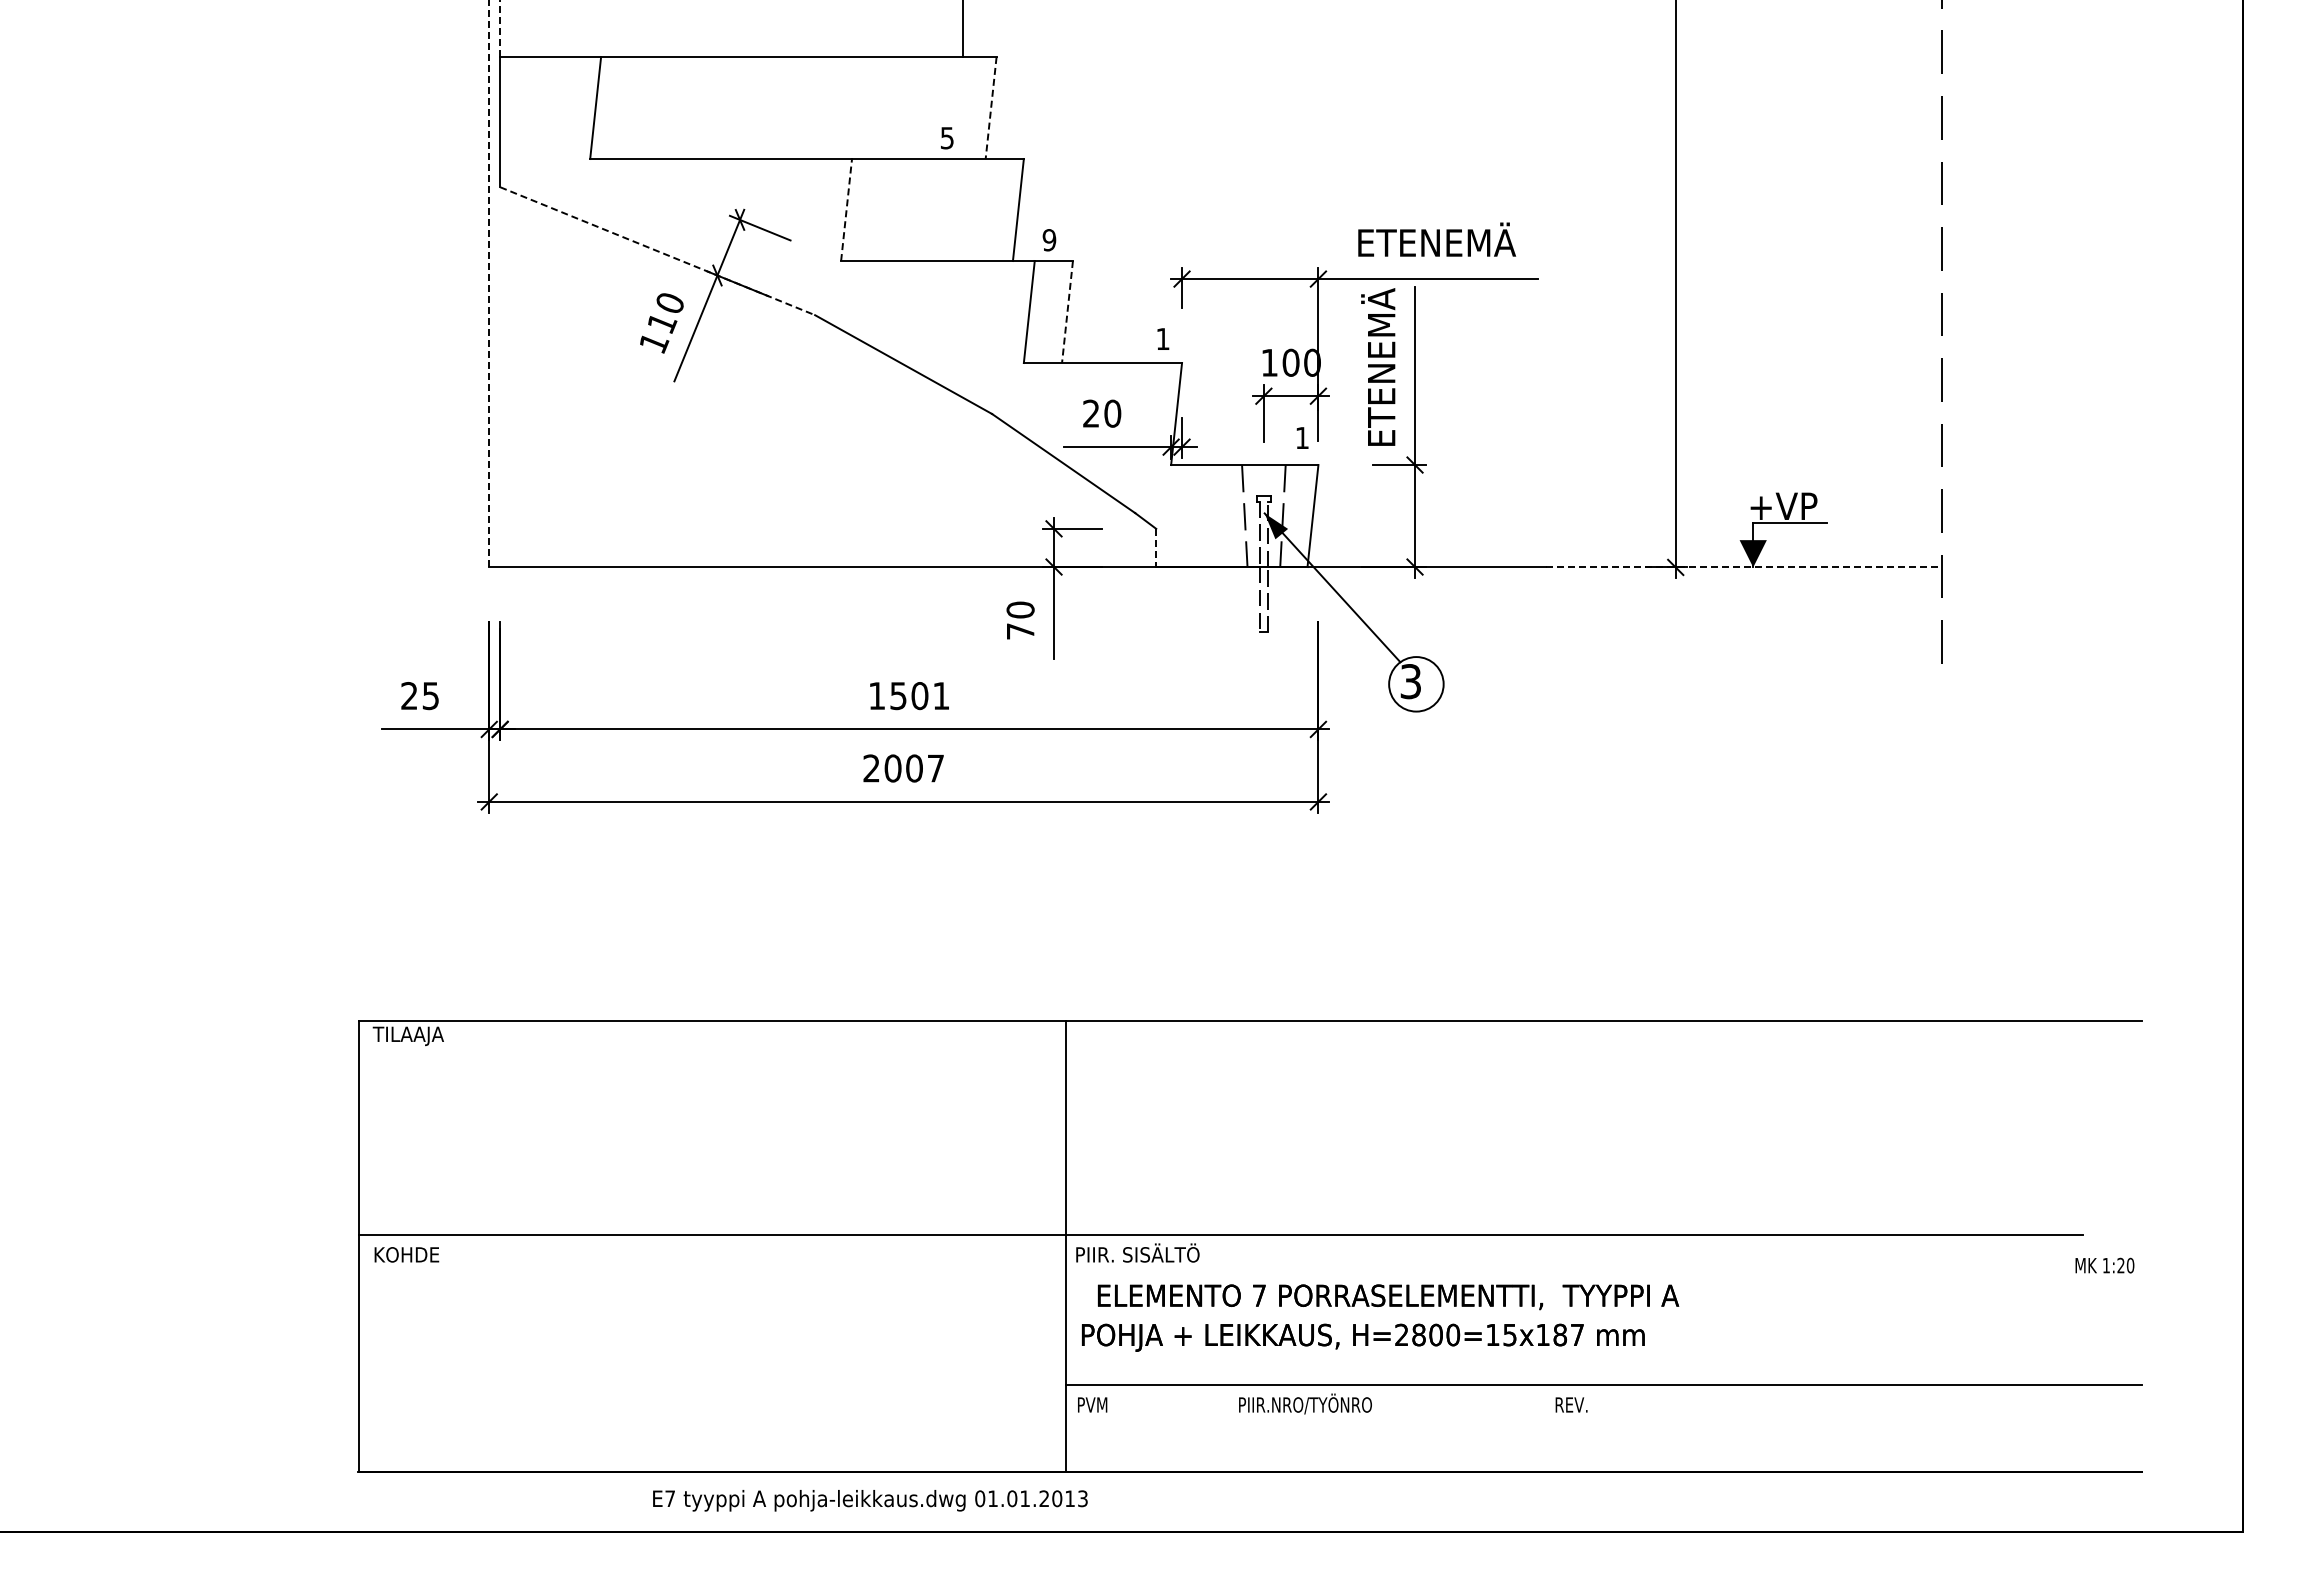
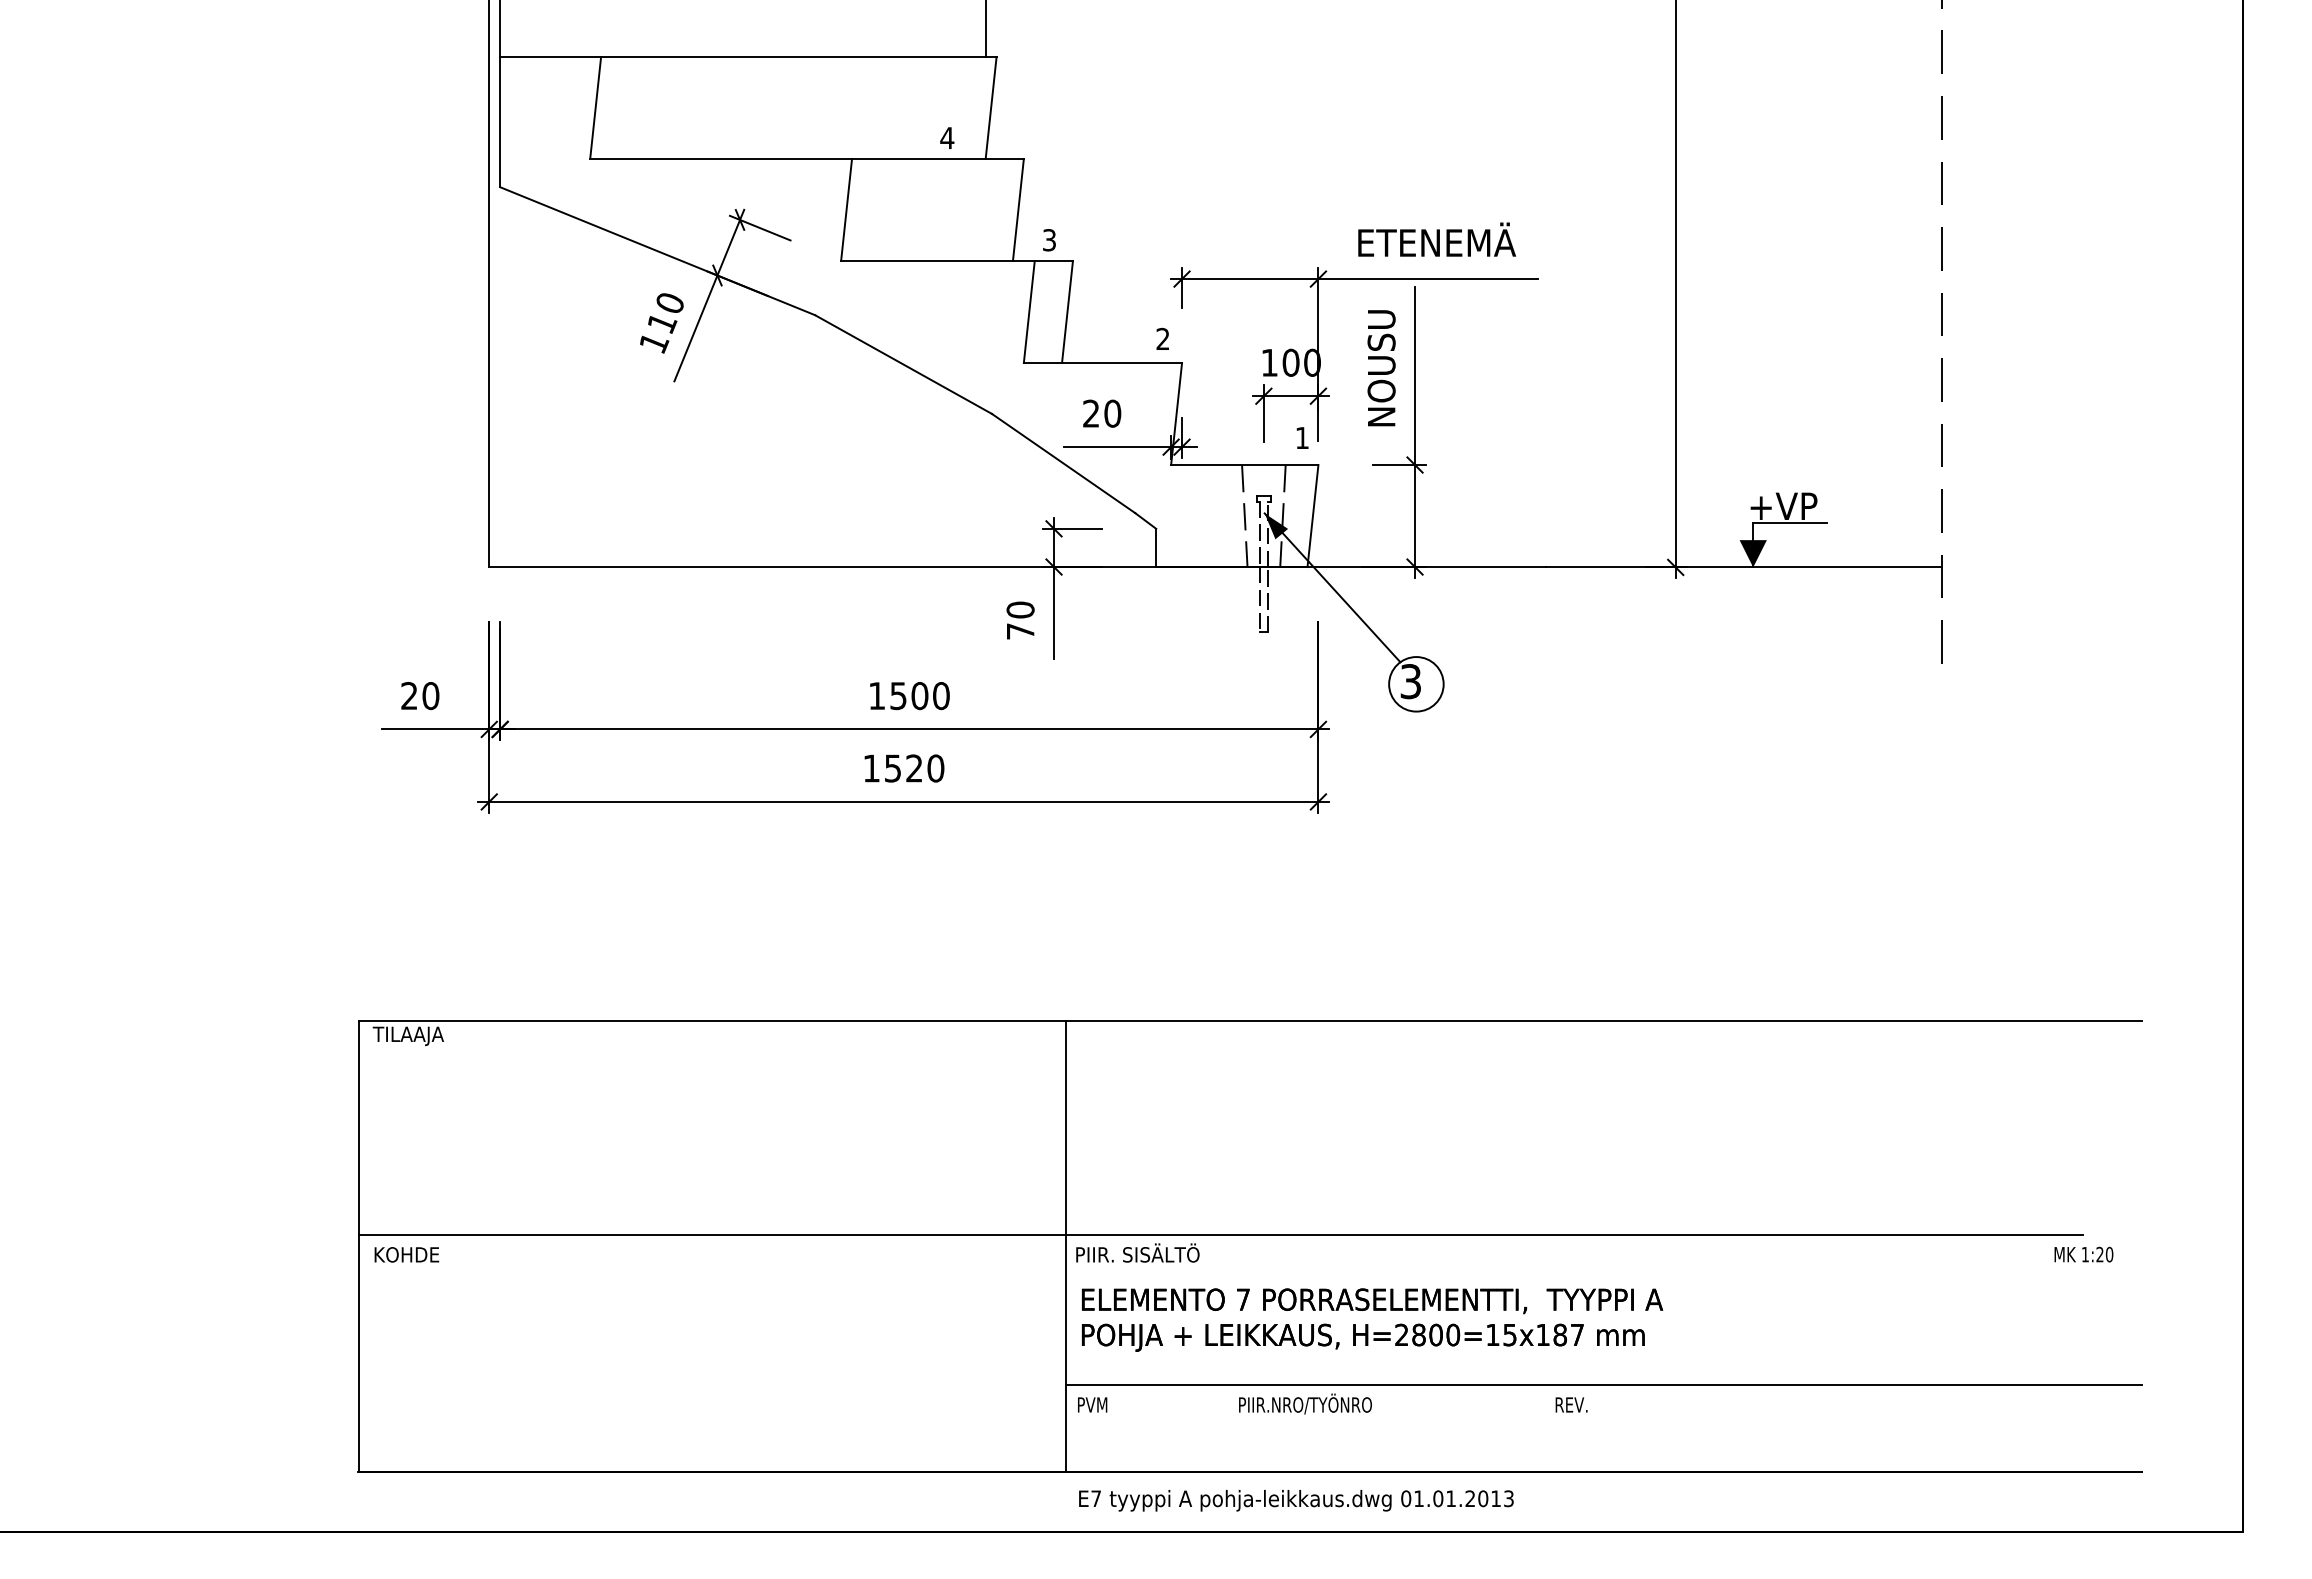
line at (500, 28): dashed -> solid
line at (962, 29) position: (962, 29) -> (985, 29)
line at (991, 108): dashed -> solid
text at (947, 138): 5 -> 4
line at (846, 209): dashed -> solid
text at (1049, 240): 9 -> 3
line at (657, 251): dashed -> solid
line at (489, 283): dashed -> solid
line at (1067, 312): dashed -> solid
text at (1162, 338): 1 -> 2
text at (1378, 366): ETENEMÄ -> NOUSU
line at (1156, 548): dashed -> solid
line at (1744, 567): dashed -> solid
text at (430, 696): 25 -> 20
text at (941, 696): 1501 -> 1500
text at (903, 768): 2007 -> 1520
text at (2104, 1265) position: (2104, 1265) -> (2083, 1254)
text at (1388, 1297) position: (1388, 1297) -> (1372, 1301)
text at (870, 1500) position: (870, 1500) -> (1296, 1500)
